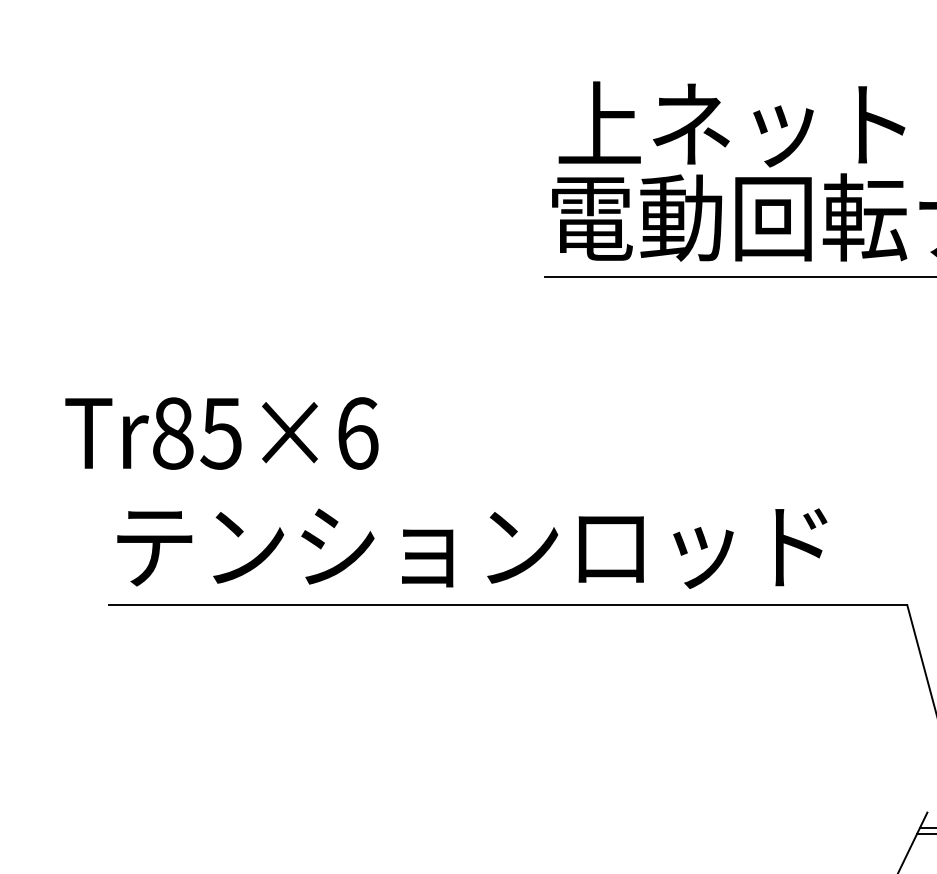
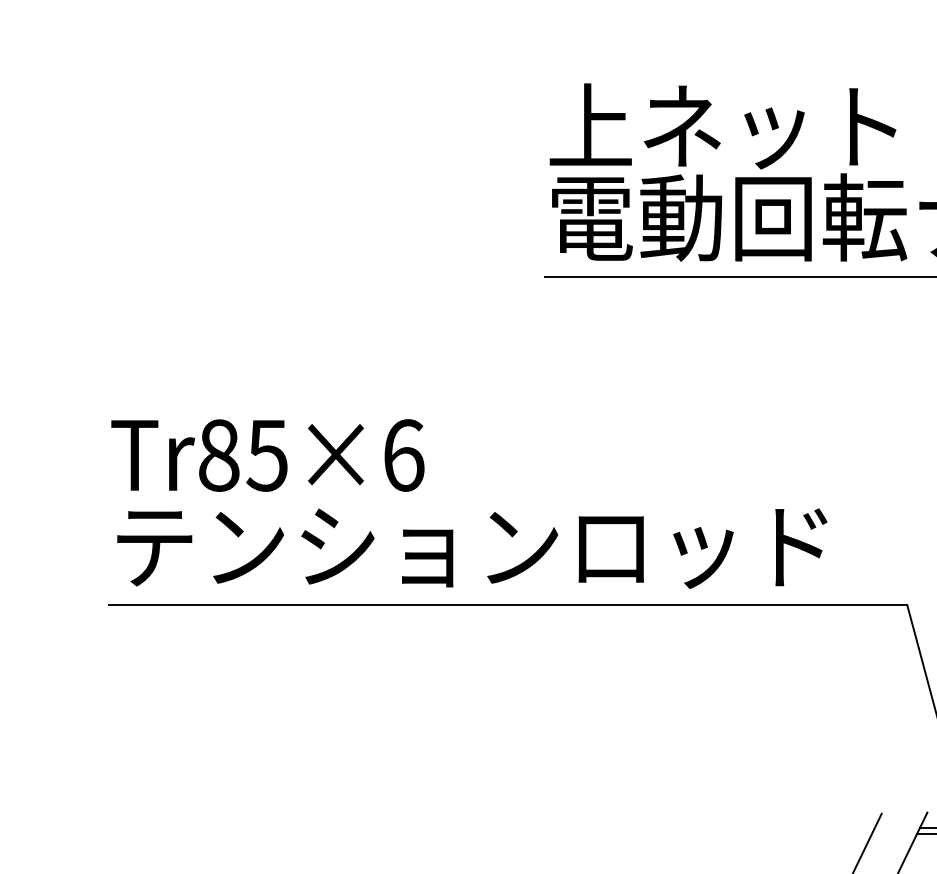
text at (731, 124) position: (731, 124) -> (722, 126)
text at (221, 433) position: (221, 433) -> (267, 455)
line at (868, 841): none -> present
